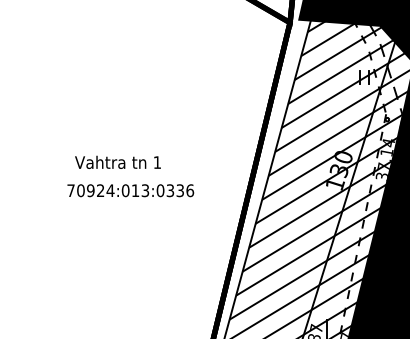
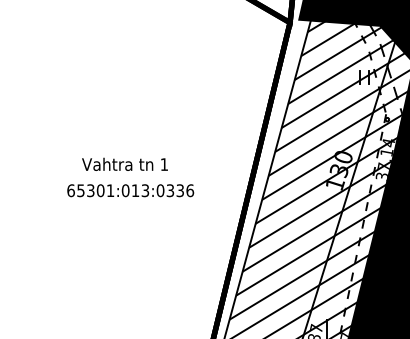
text at (117, 161) position: (117, 161) -> (124, 163)
text at (90, 190): 70924:013:0336 -> 65301:013:0336
